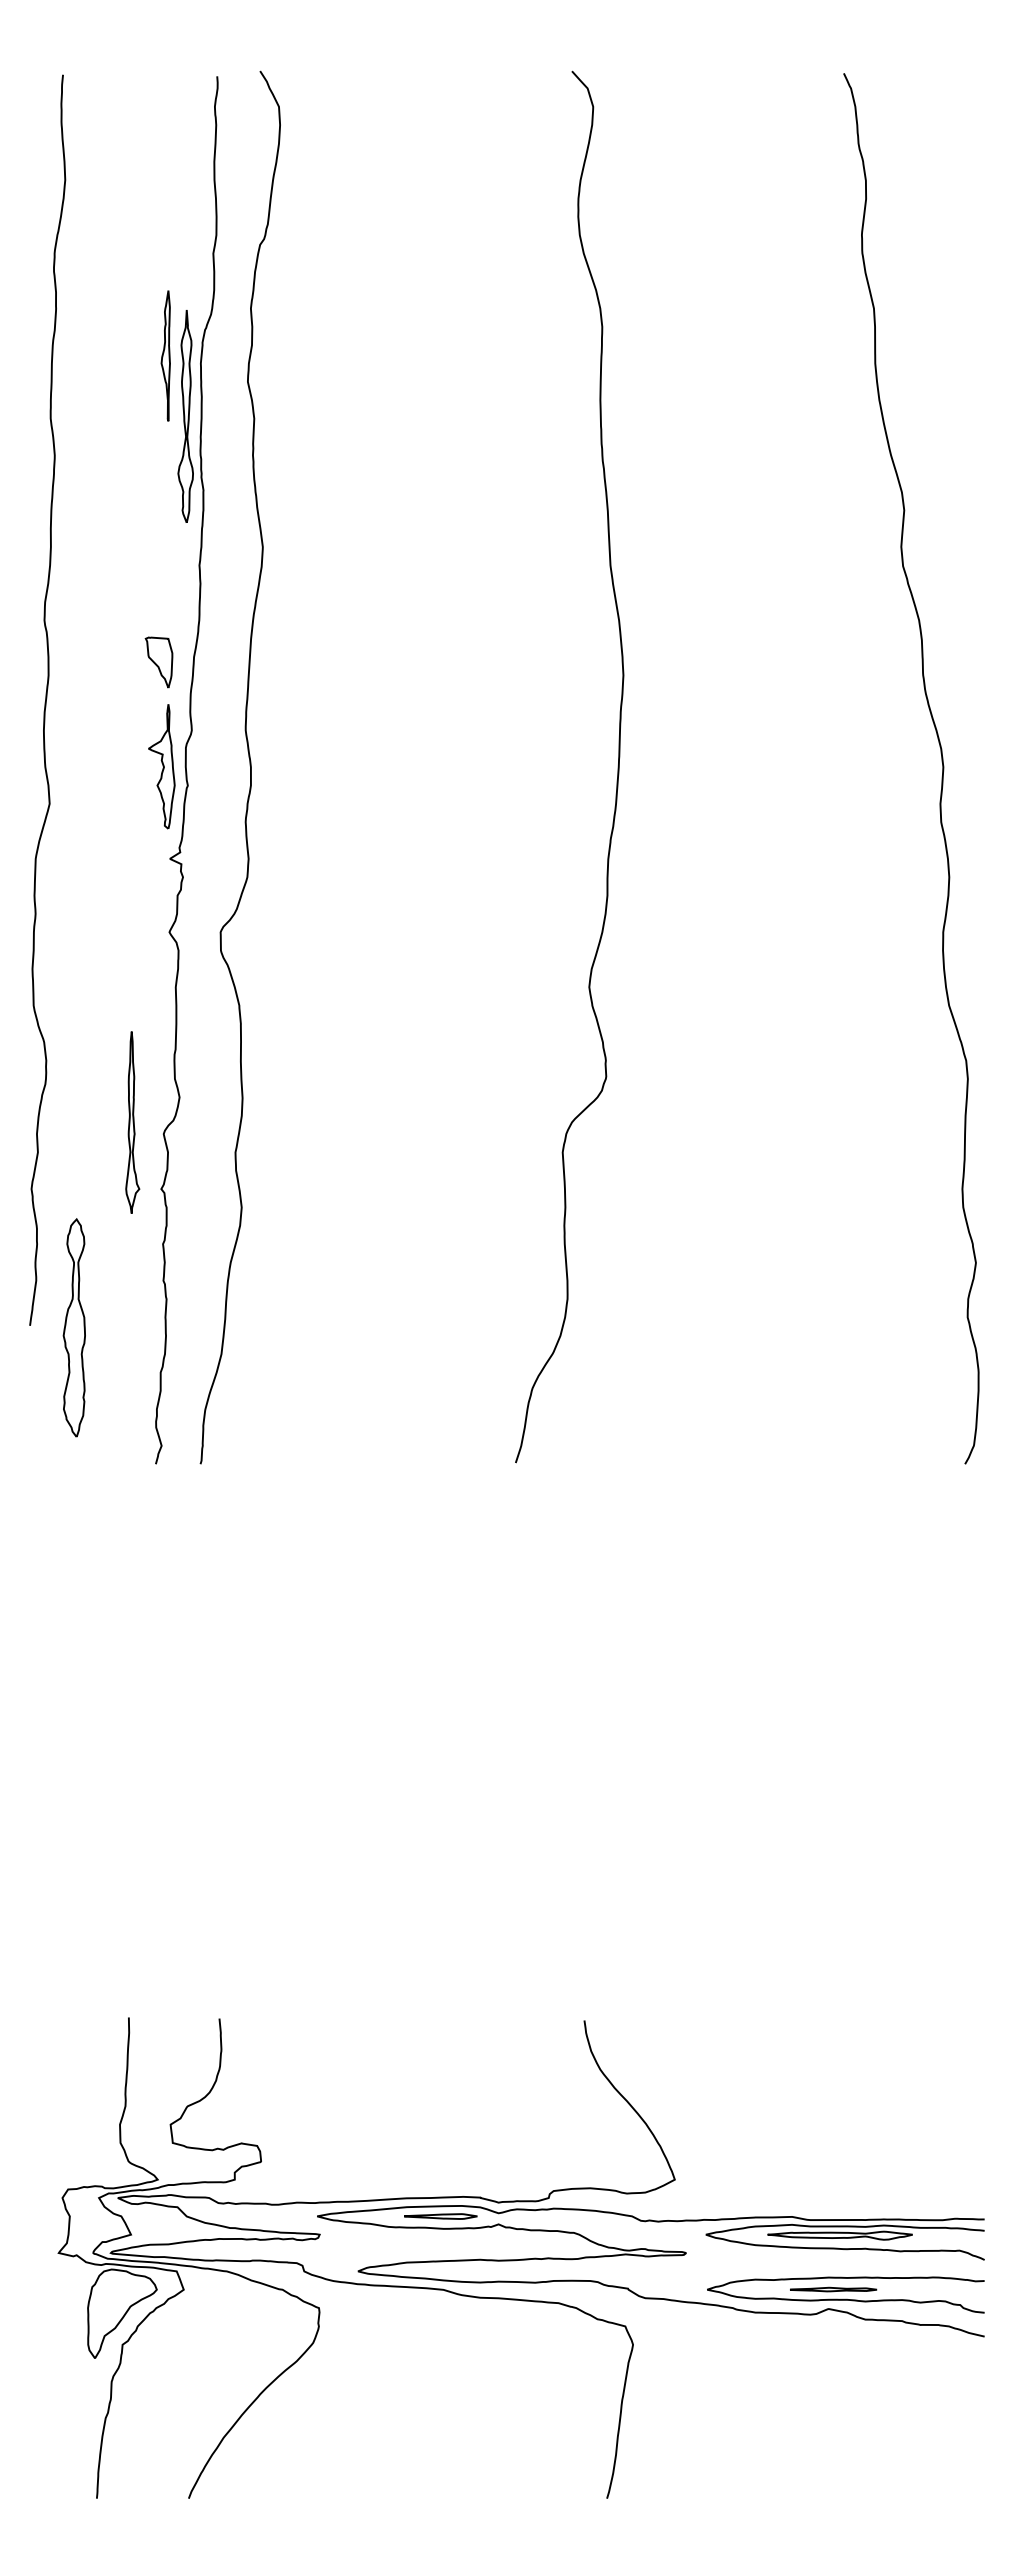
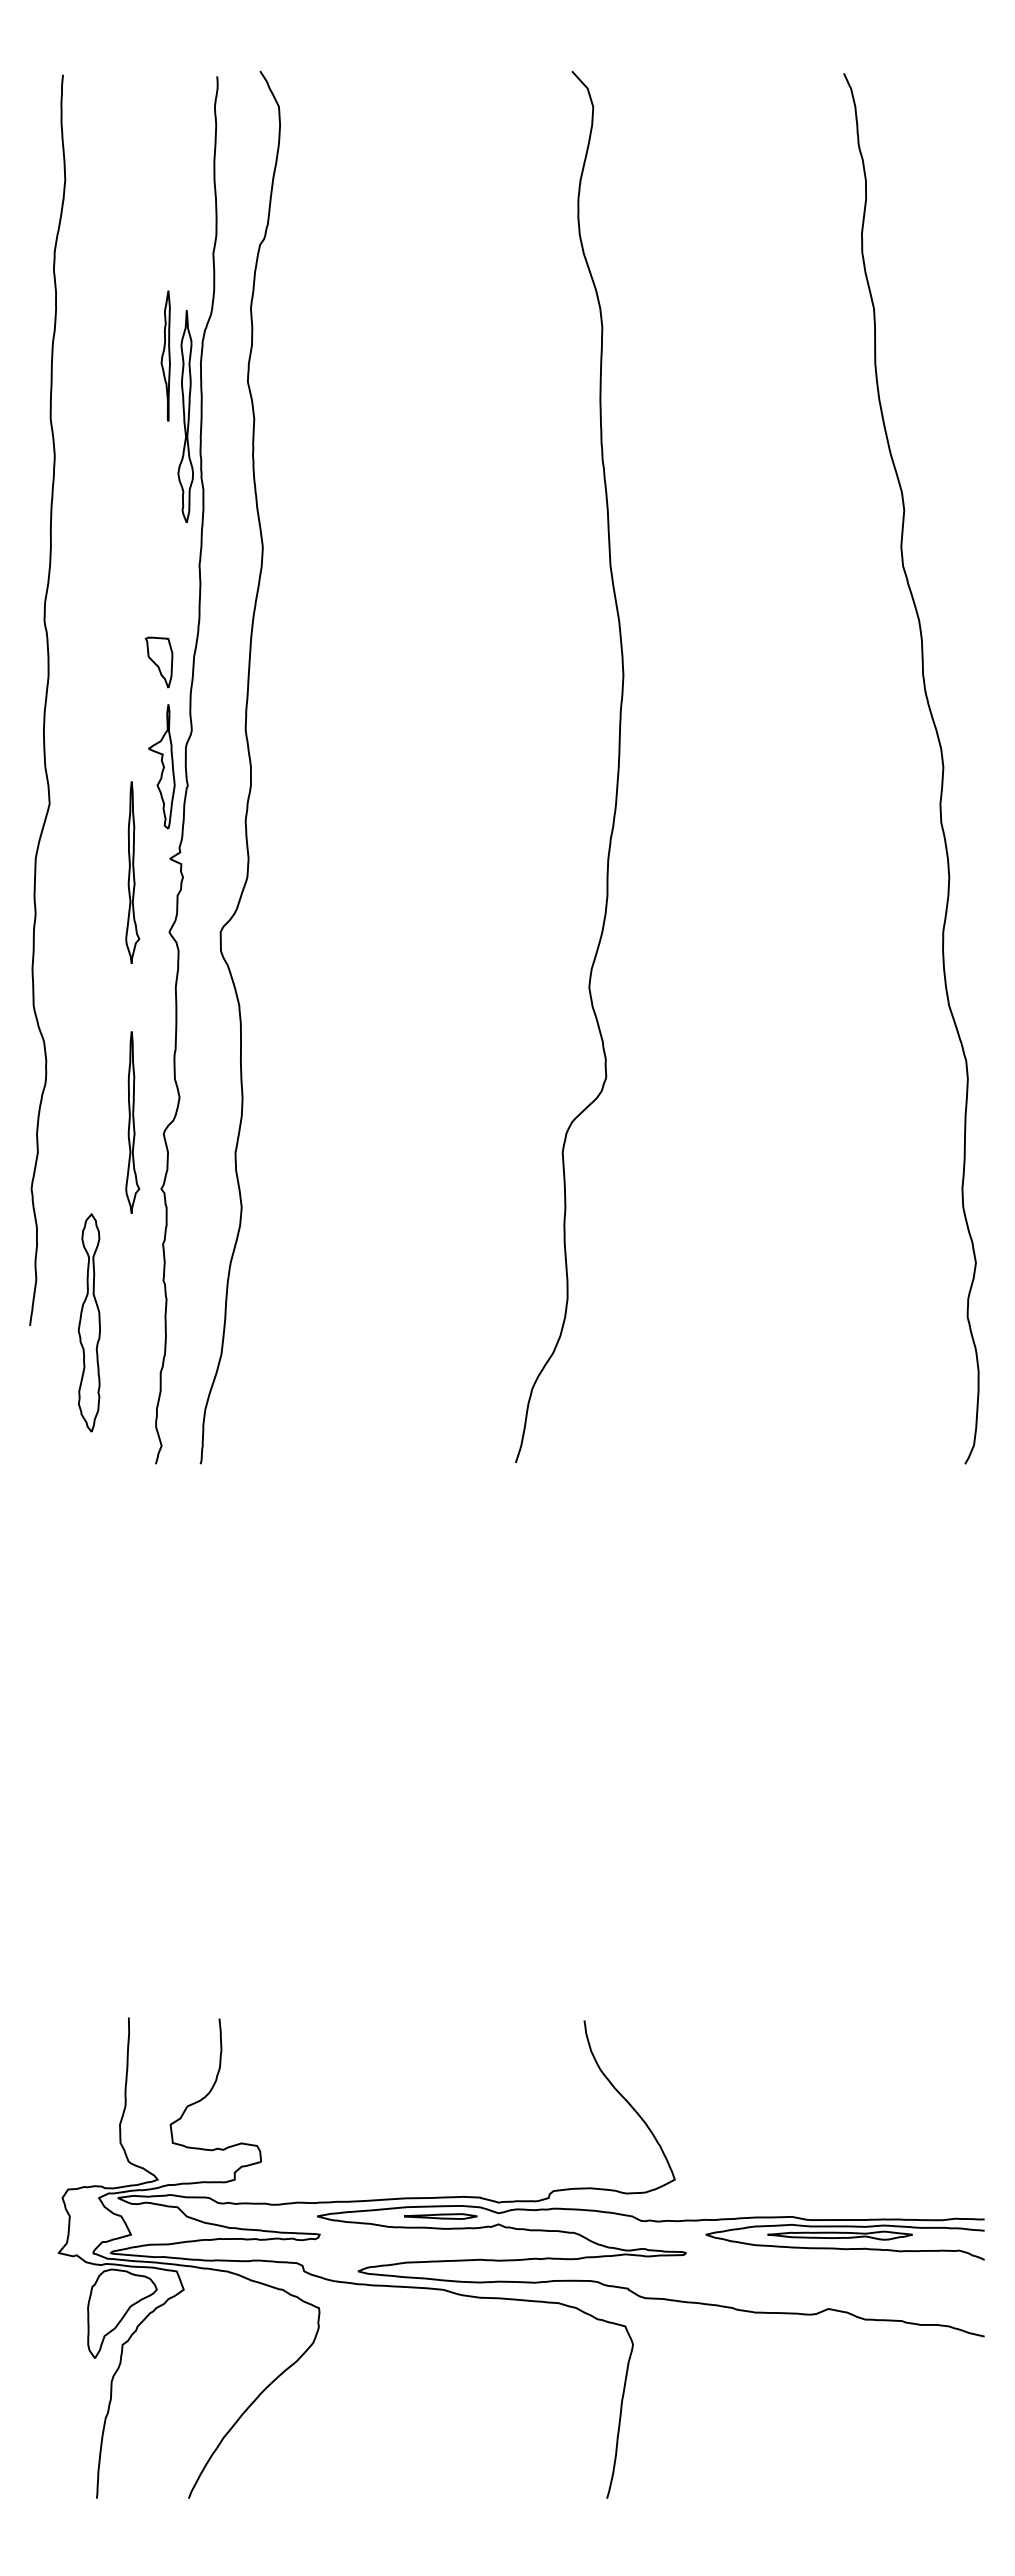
part at (132, 872): none -> present
part at (73, 1327) position: (73, 1327) -> (88, 1322)
part at (845, 2294): present -> none
